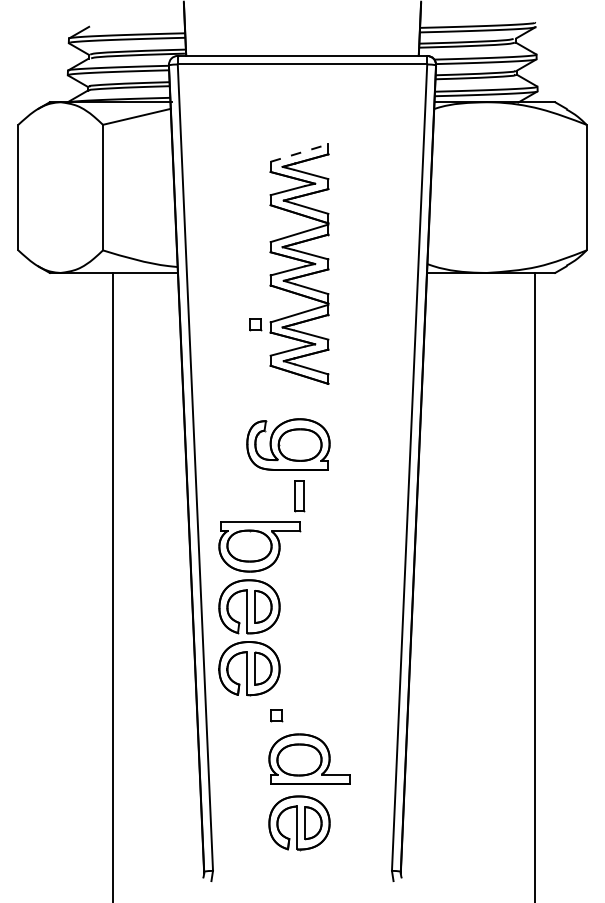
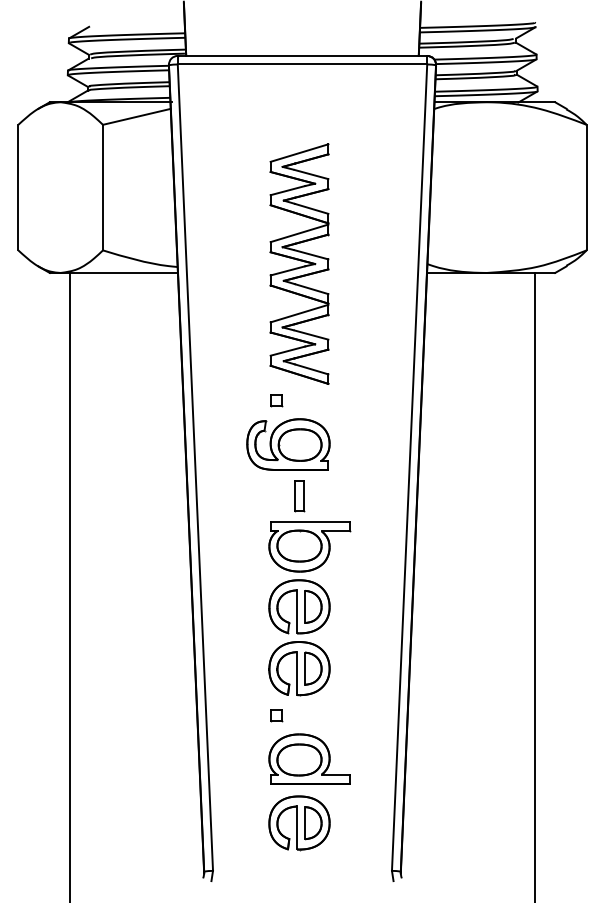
line at (299, 152): dashed -> solid
part at (255, 324) position: (255, 324) -> (276, 400)
line at (112, 585) position: (112, 585) -> (69, 585)
part at (259, 608) position: (259, 608) -> (309, 608)
